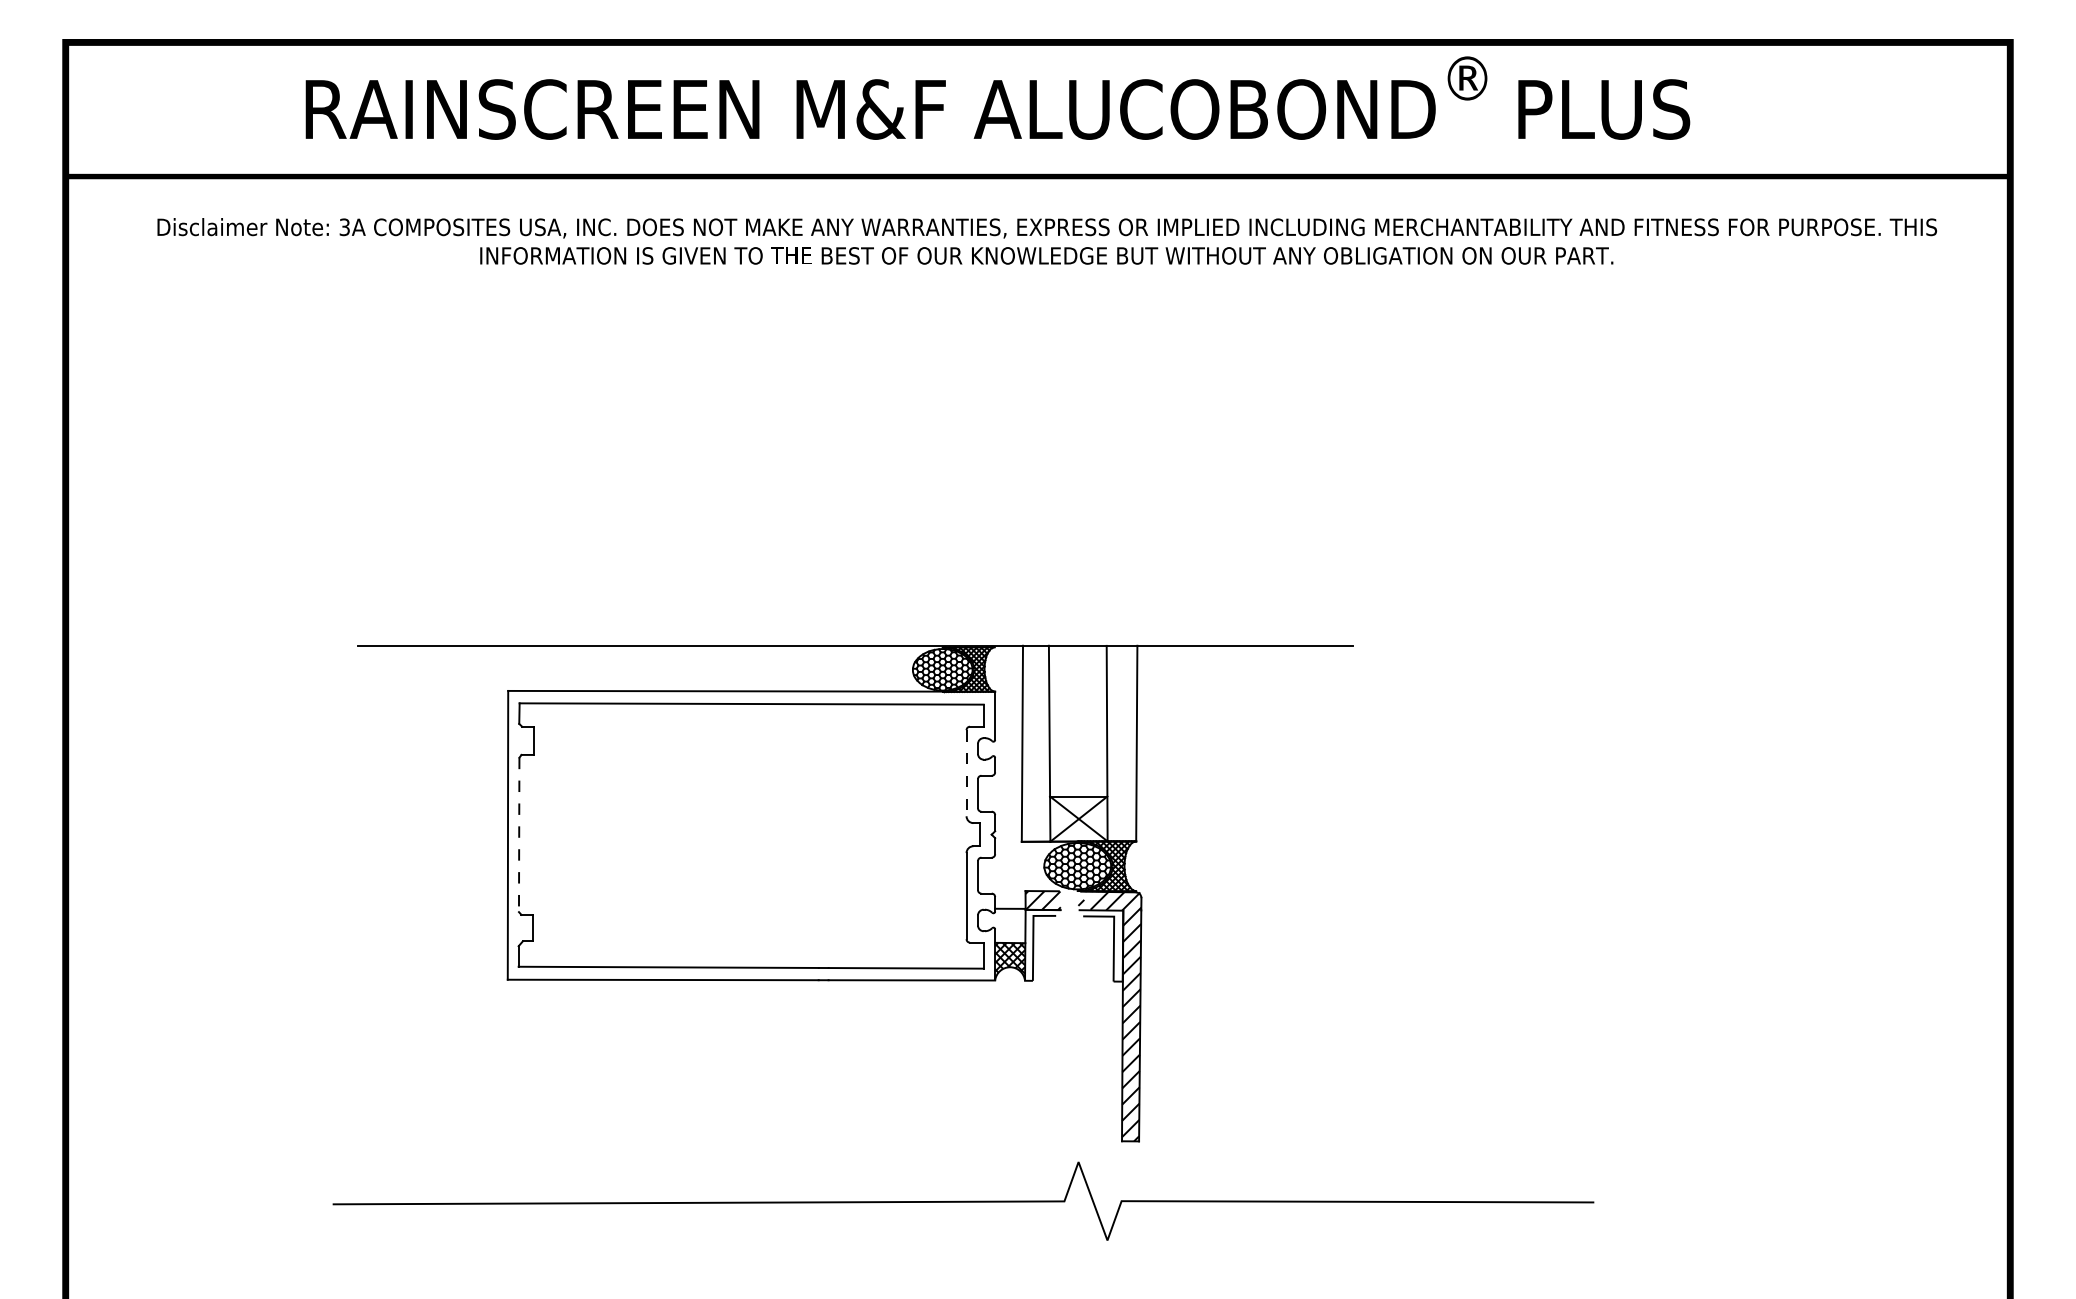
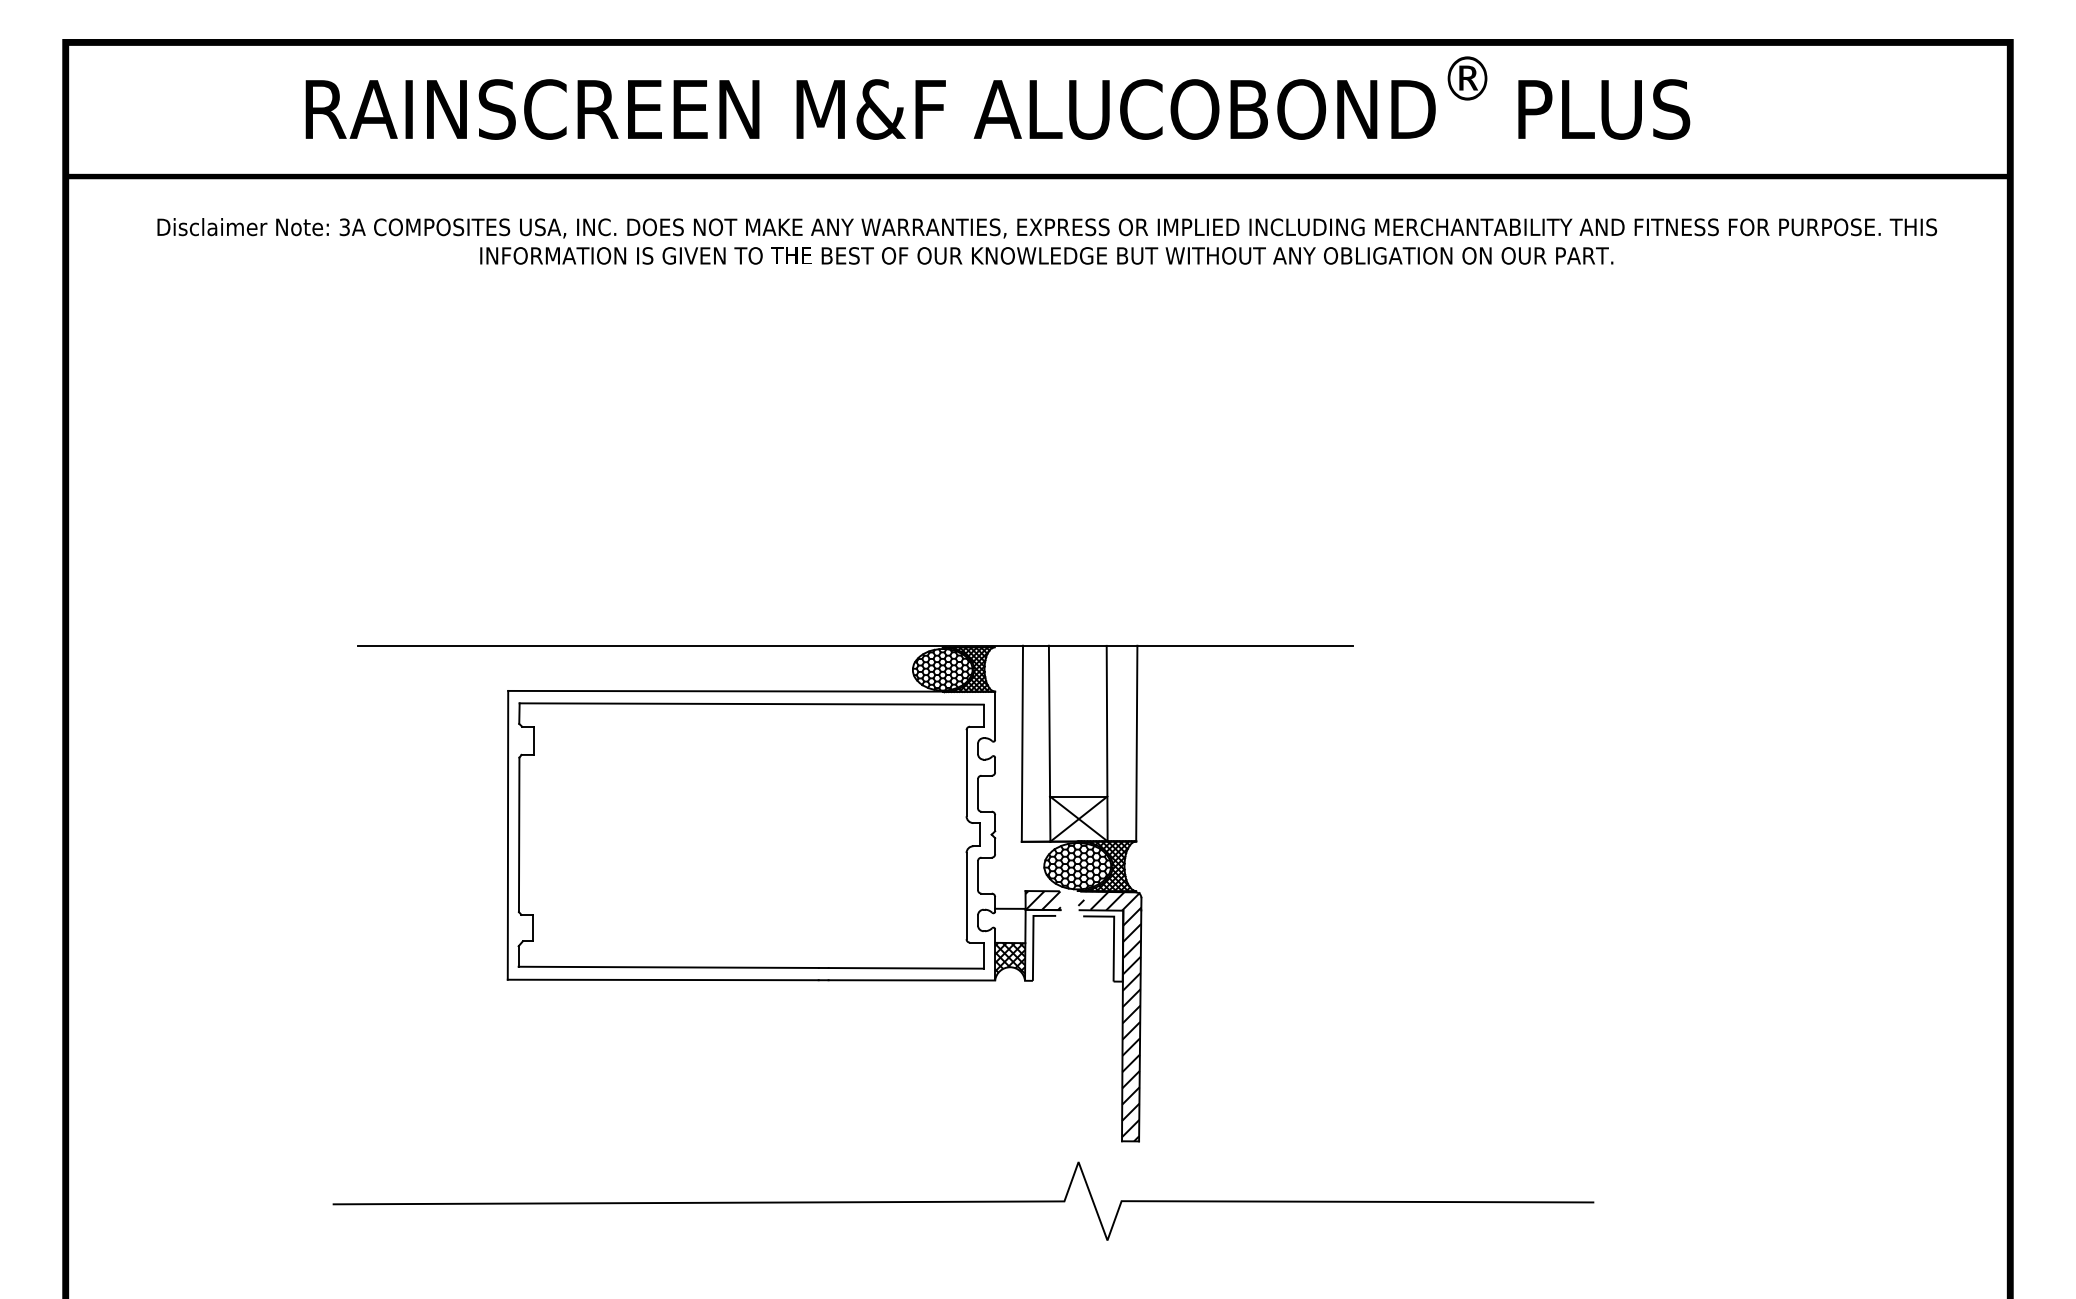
line at (966, 773): dashed -> solid
line at (519, 835): dashed -> solid
